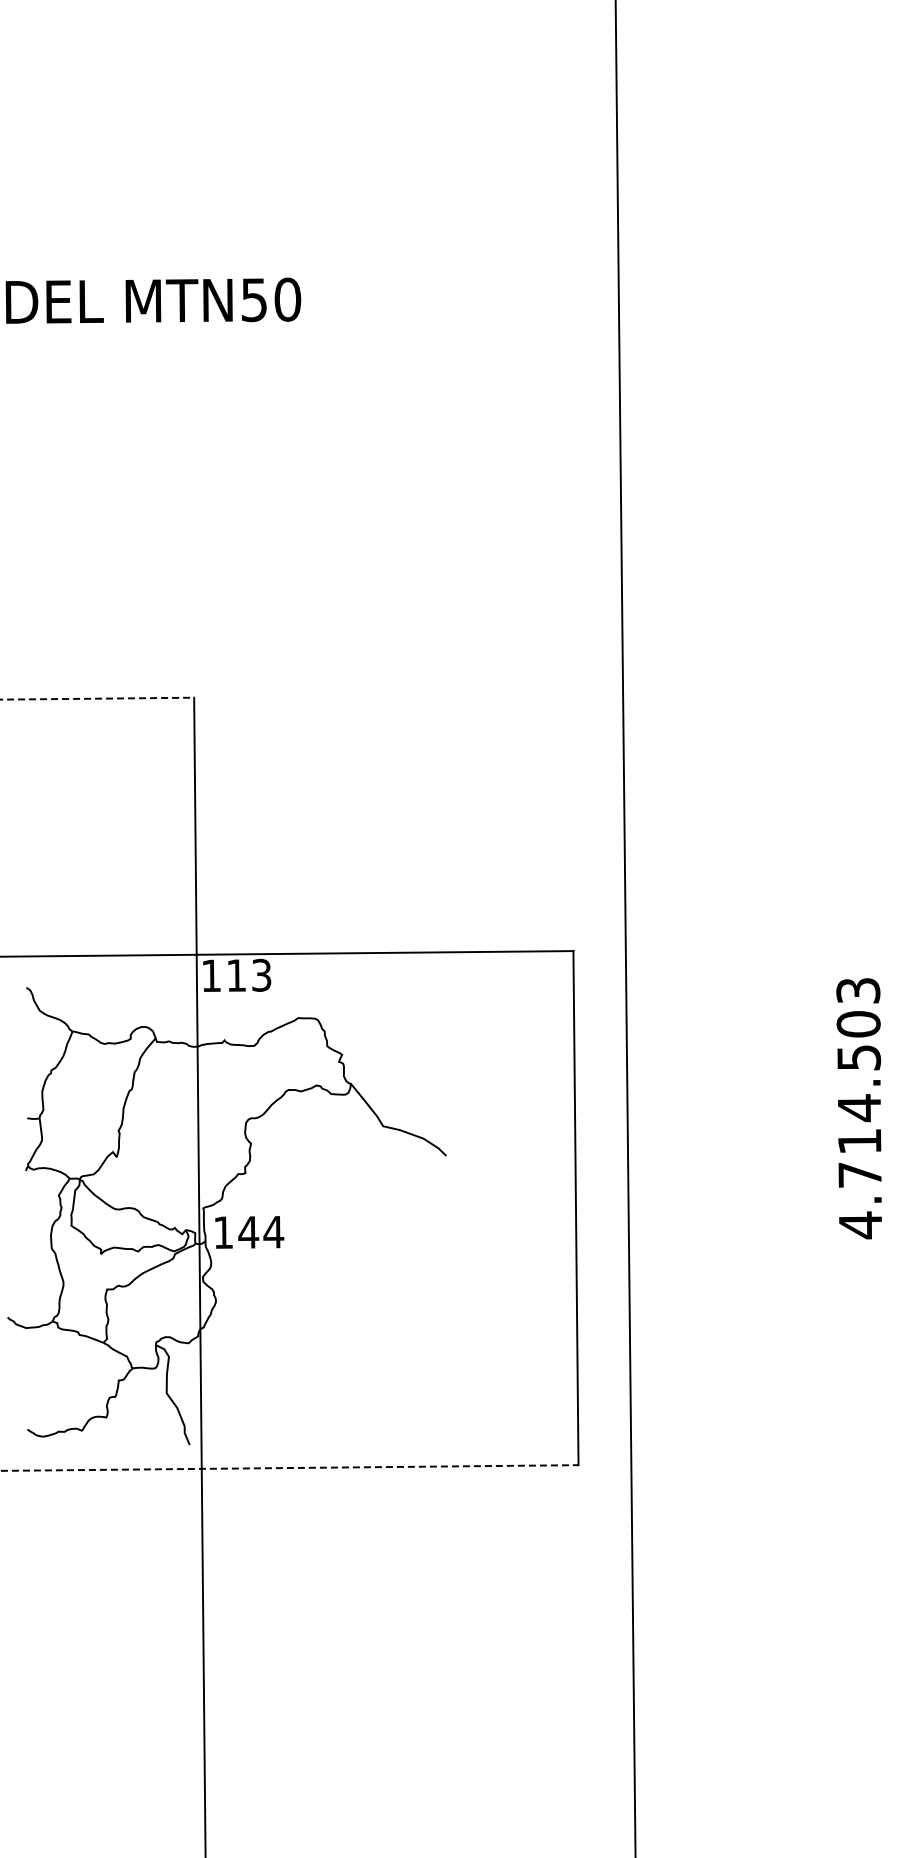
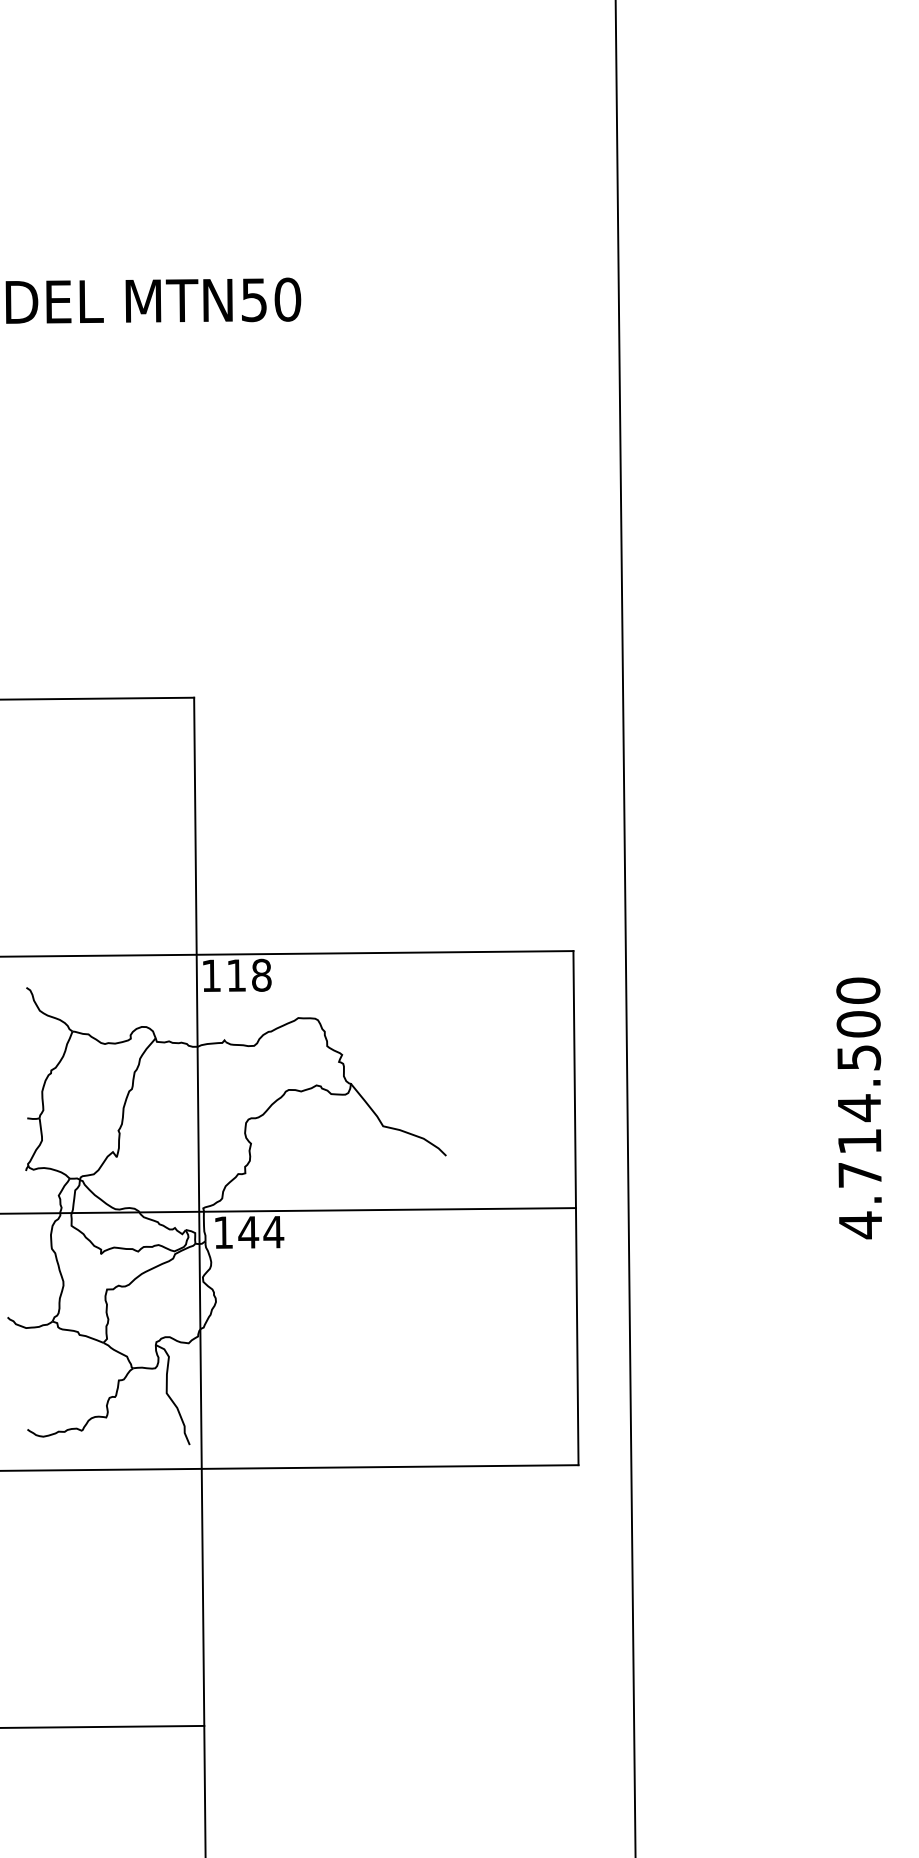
line at (97, 698): dashed -> solid
text at (261, 974): 113 -> 118
text at (858, 990): 4.714.503 -> 4.714.500
line at (288, 1210): none -> present
line at (289, 1468): dashed -> solid
line at (103, 1726): none -> present
